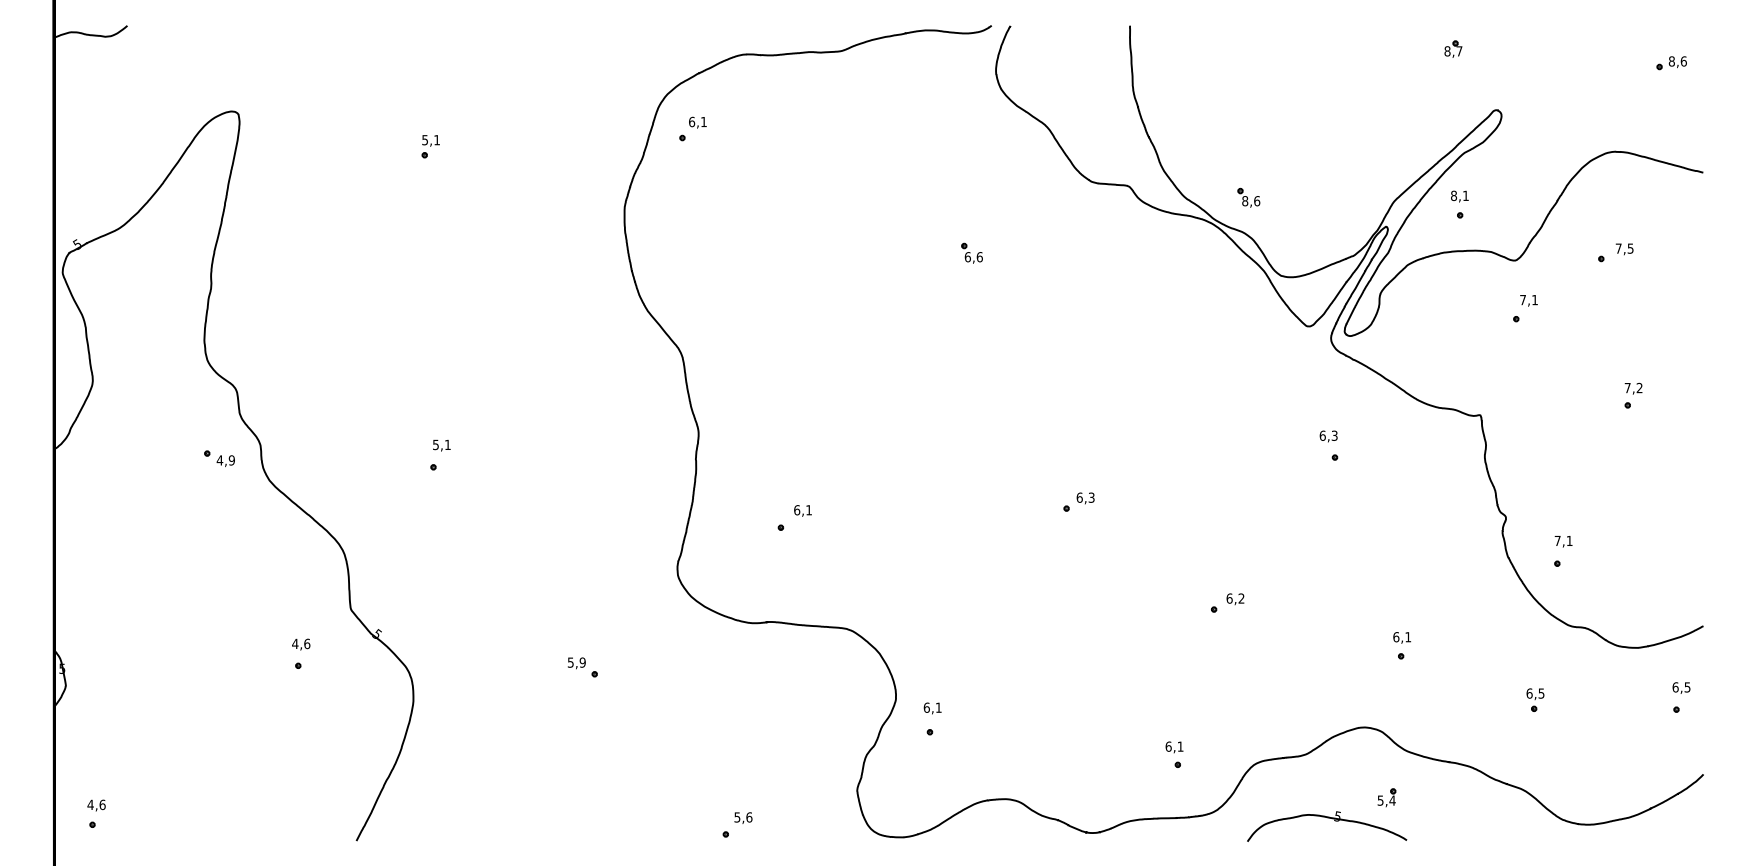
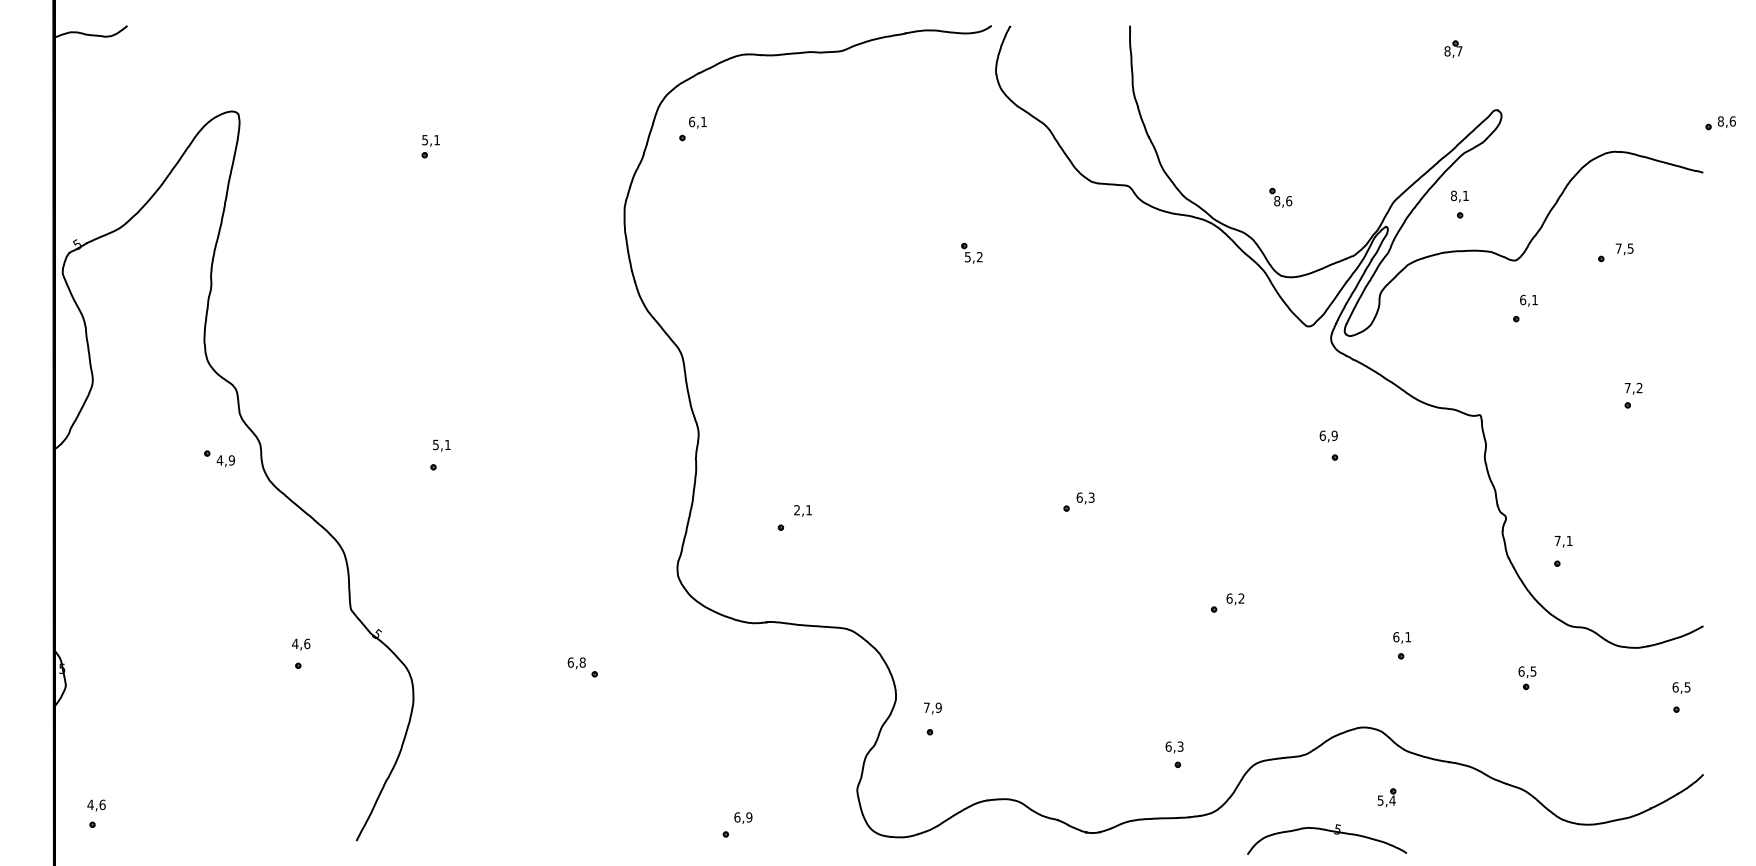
part at (1671, 63) position: (1671, 63) -> (1720, 123)
part at (1248, 197) position: (1248, 197) -> (1280, 197)
text at (973, 257): 6,6 -> 5,2
text at (1523, 299): 7,1 -> 6,1
text at (1334, 435): 6,3 -> 6,9
text at (797, 510): 6,1 -> 2,1
text at (576, 662): 5,9 -> 6,8
part at (1535, 699) position: (1535, 699) -> (1527, 677)
text at (932, 707): 6,1 -> 7,9
text at (1180, 746): 6,1 -> 6,3
text at (743, 817): 5,6 -> 6,9
part at (1327, 818) position: (1327, 818) -> (1327, 831)
